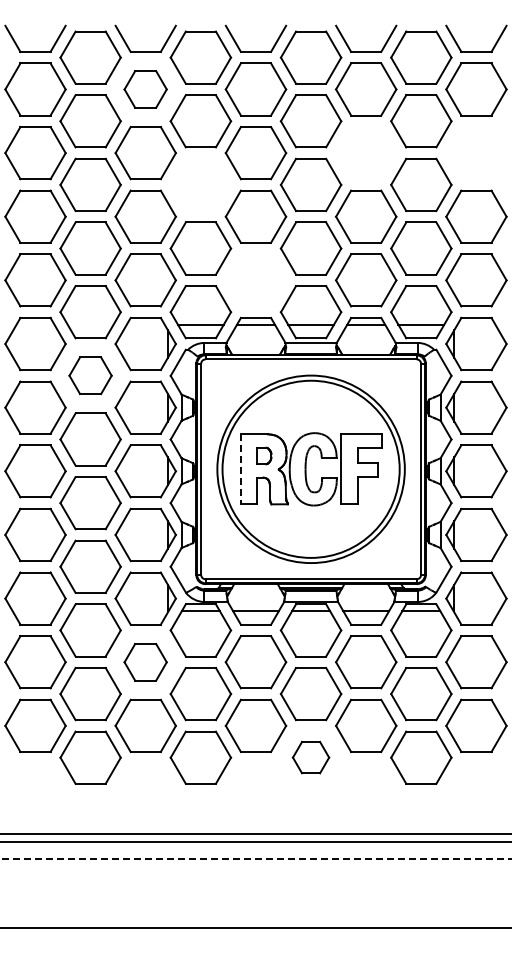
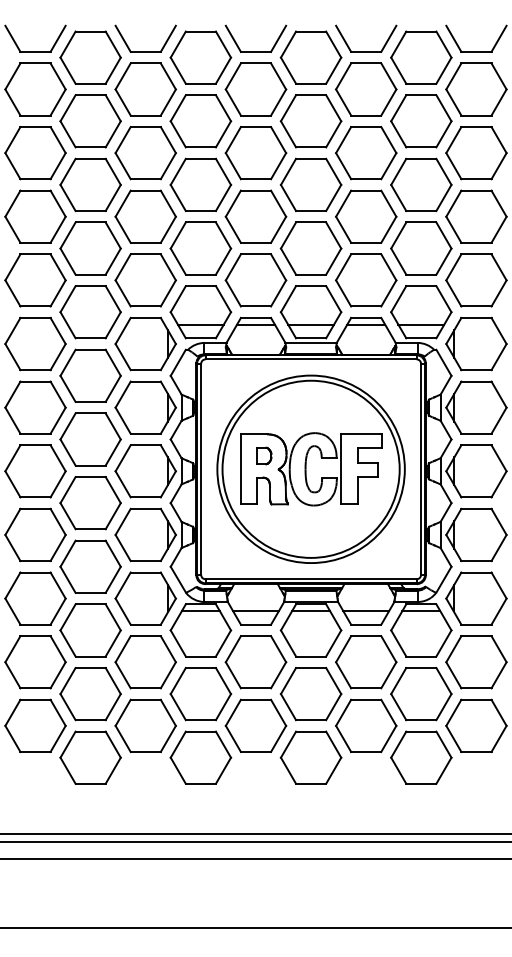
part at (145, 89) size: 45x39 px -> 63x55 px
part at (366, 153): none -> present
part at (476, 153): none -> present
part at (200, 184): none -> present
part at (255, 280): none -> present
part at (90, 375) size: 45x40 px -> 63x55 px
line at (240, 469): dashed -> solid
part at (145, 662) size: 45x39 px -> 63x55 px
part at (310, 757) size: 40x35 px -> 64x55 px
line at (256, 859): dashed -> solid
